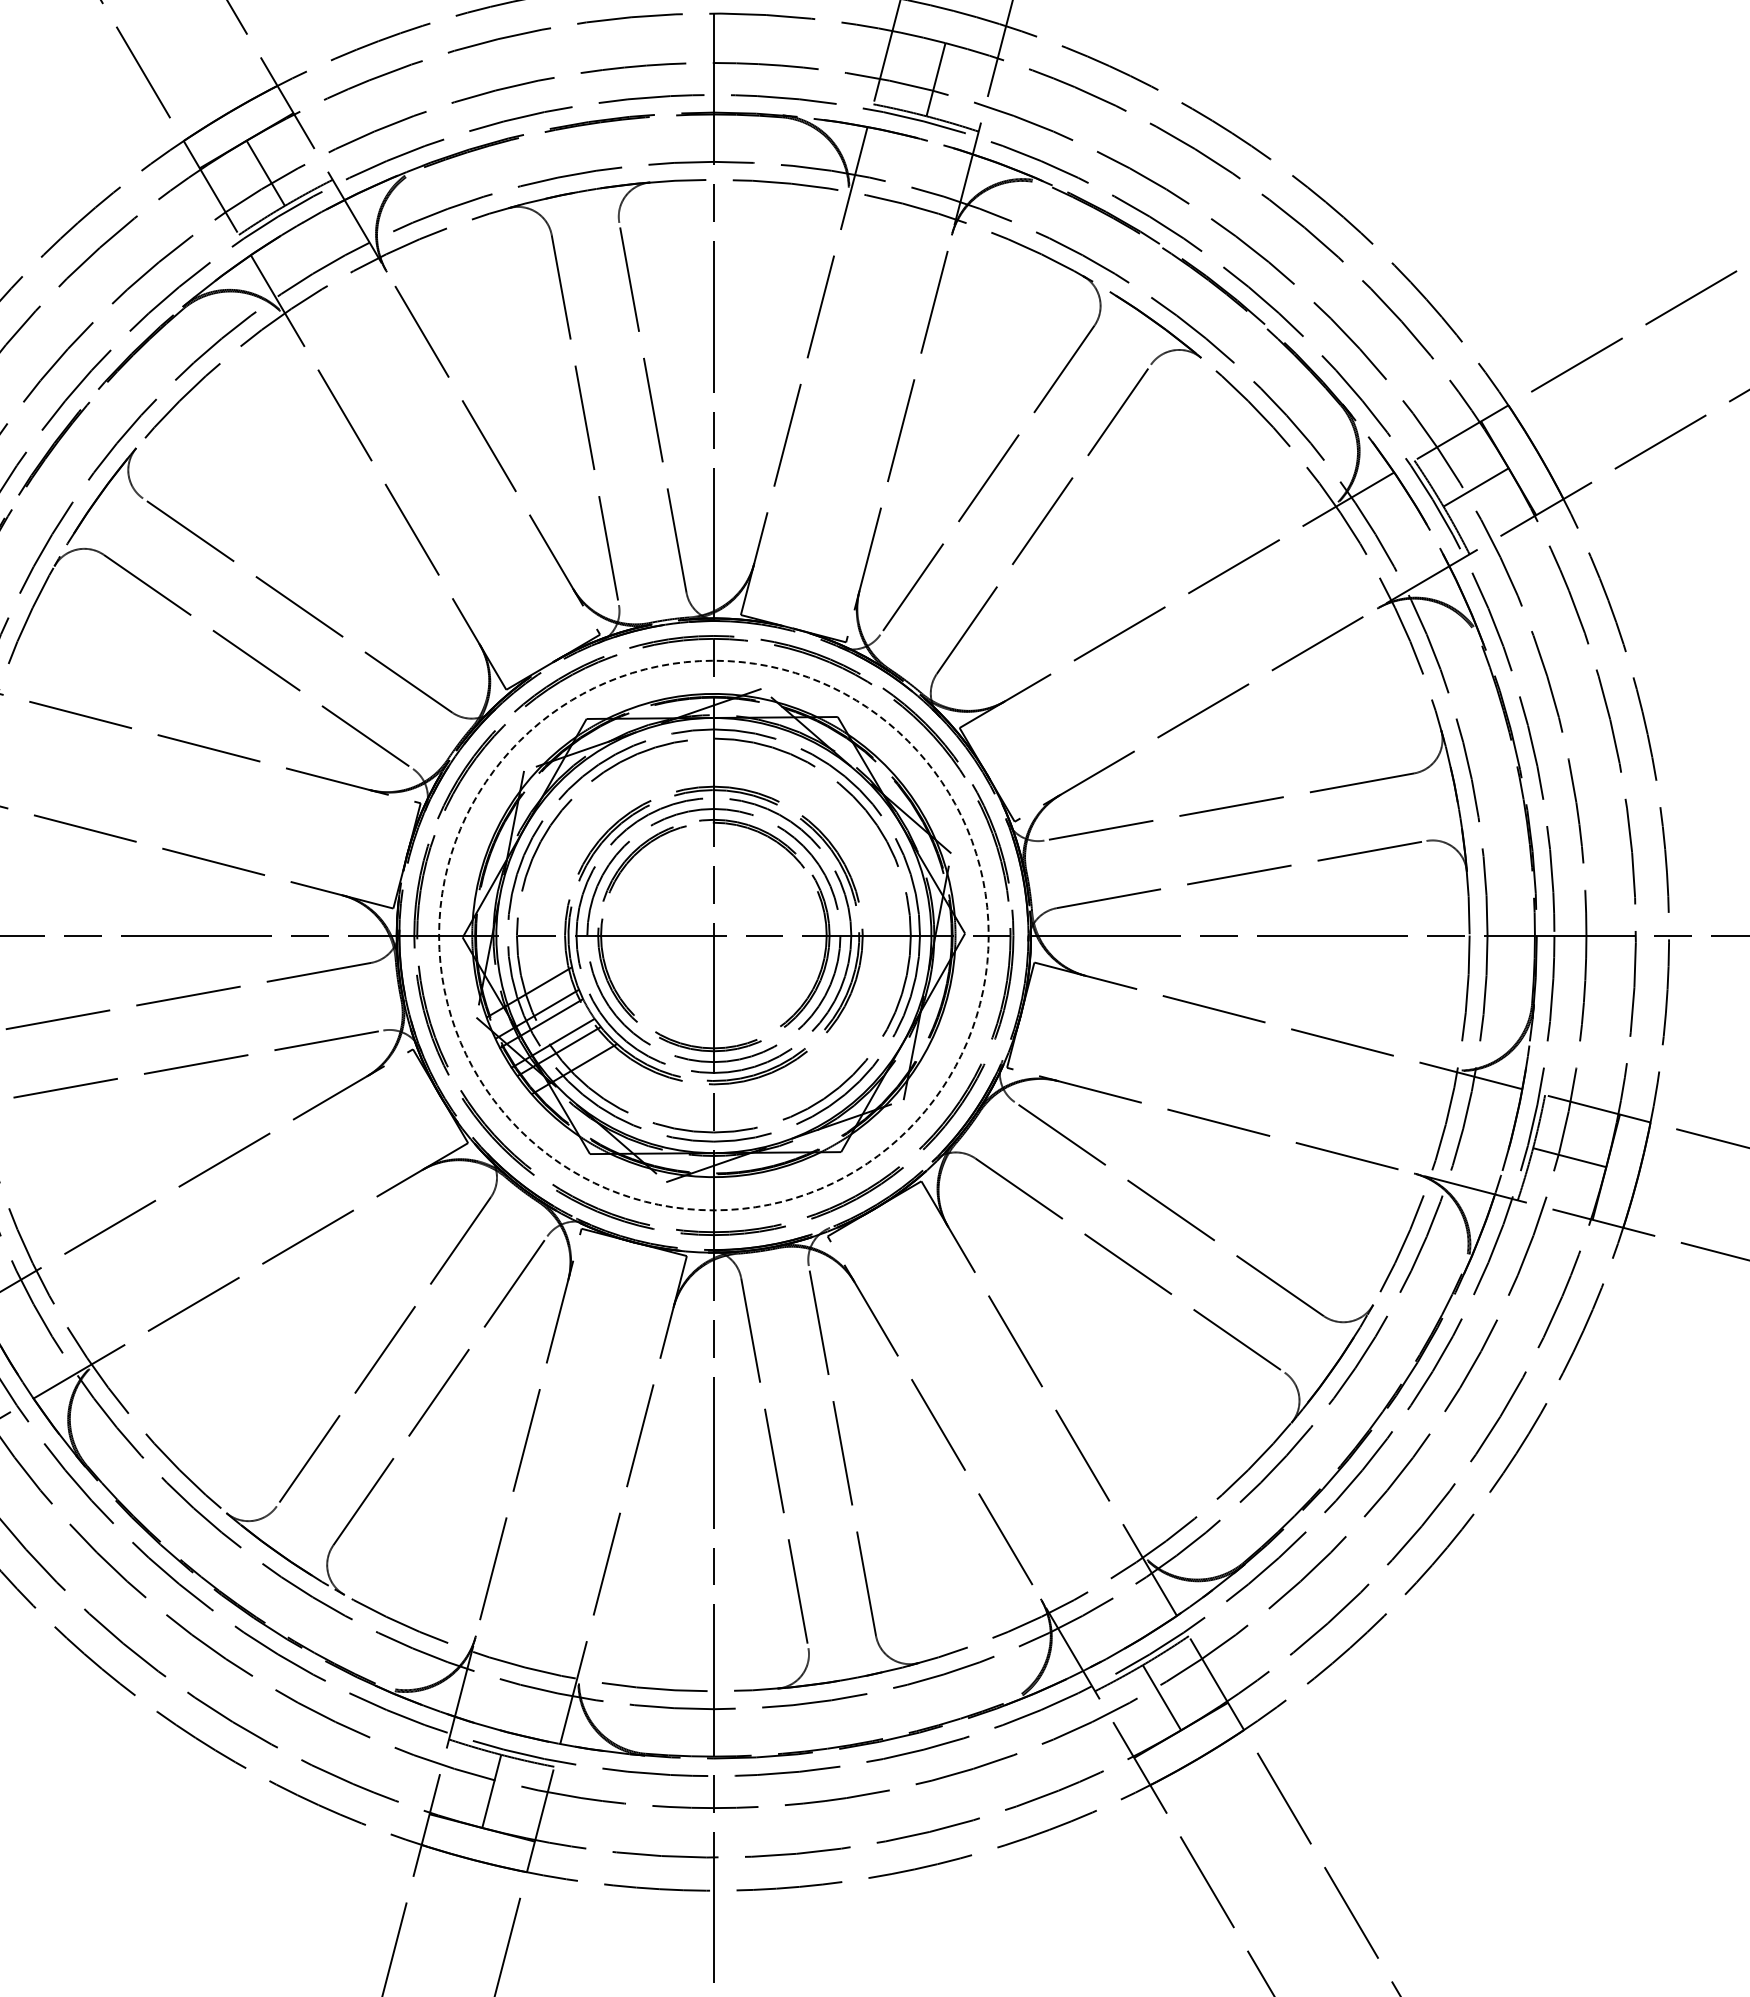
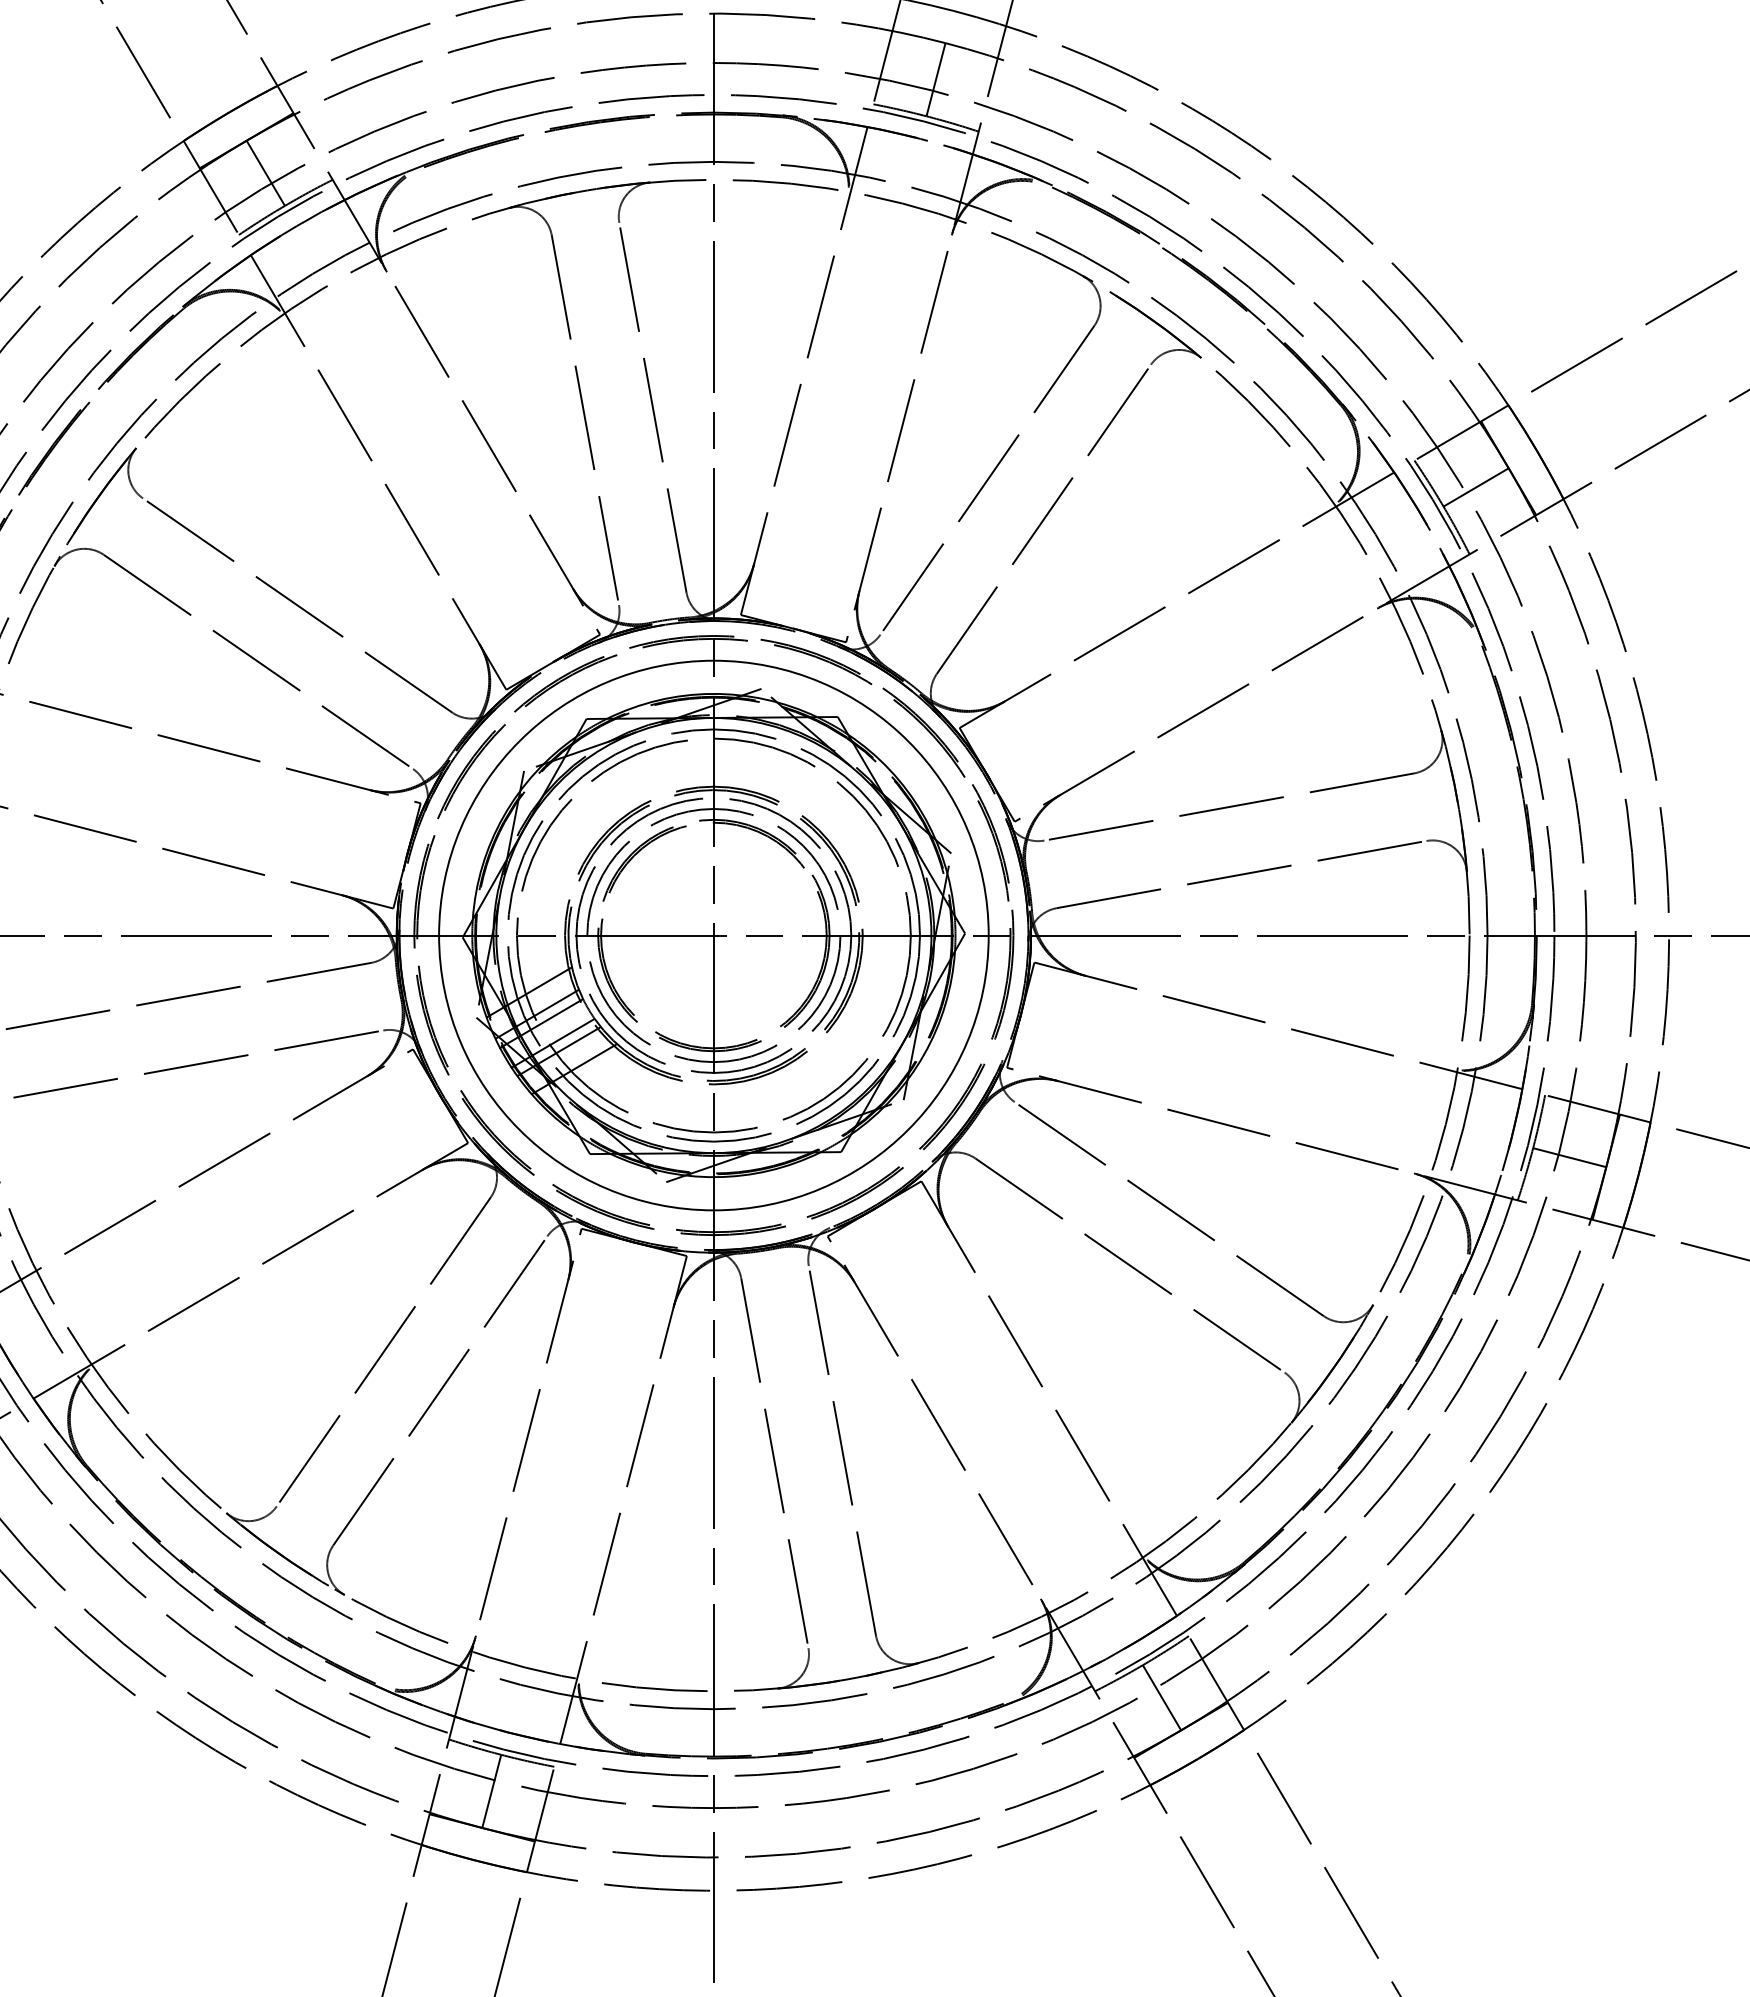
circle at (713, 935): dashed -> solid
